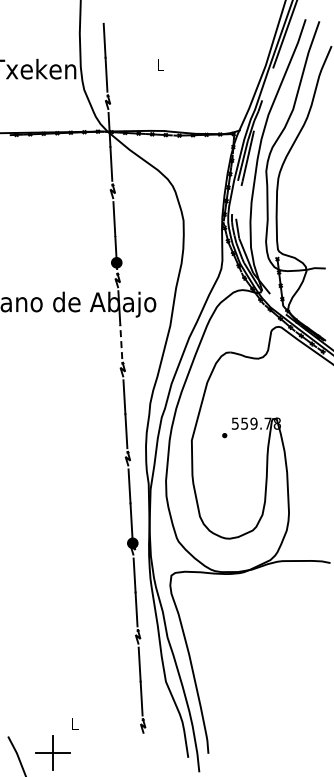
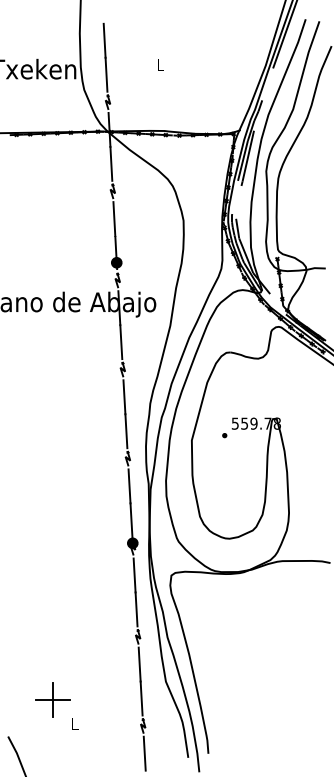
line at (121, 342): dashed -> solid
part at (52, 752) position: (52, 752) -> (52, 699)
line at (144, 753): none -> present
